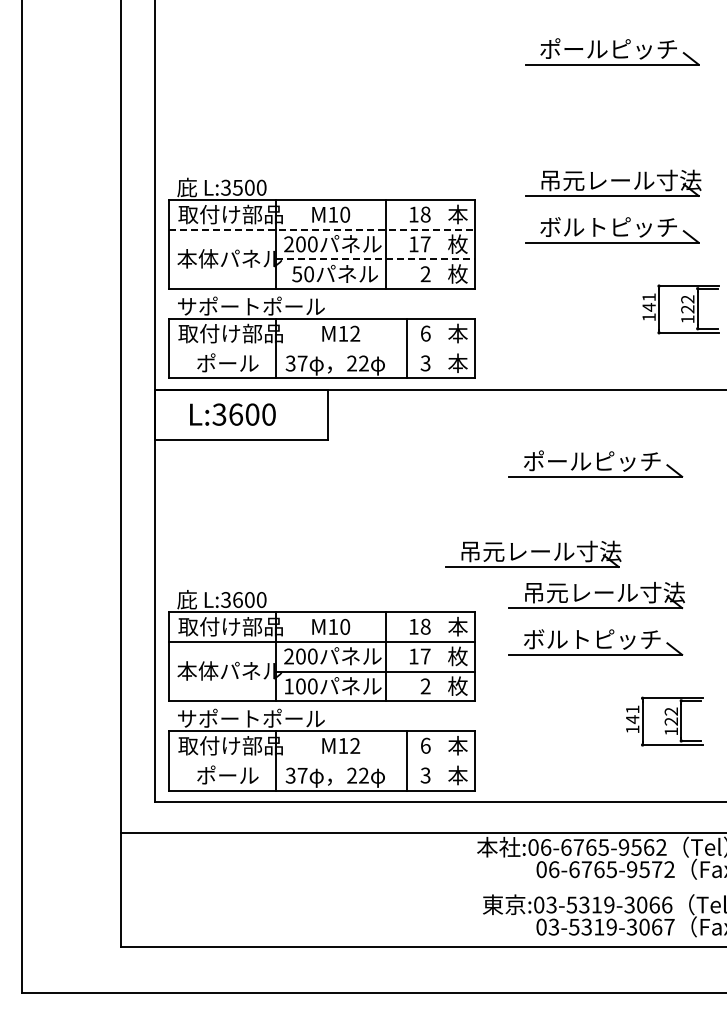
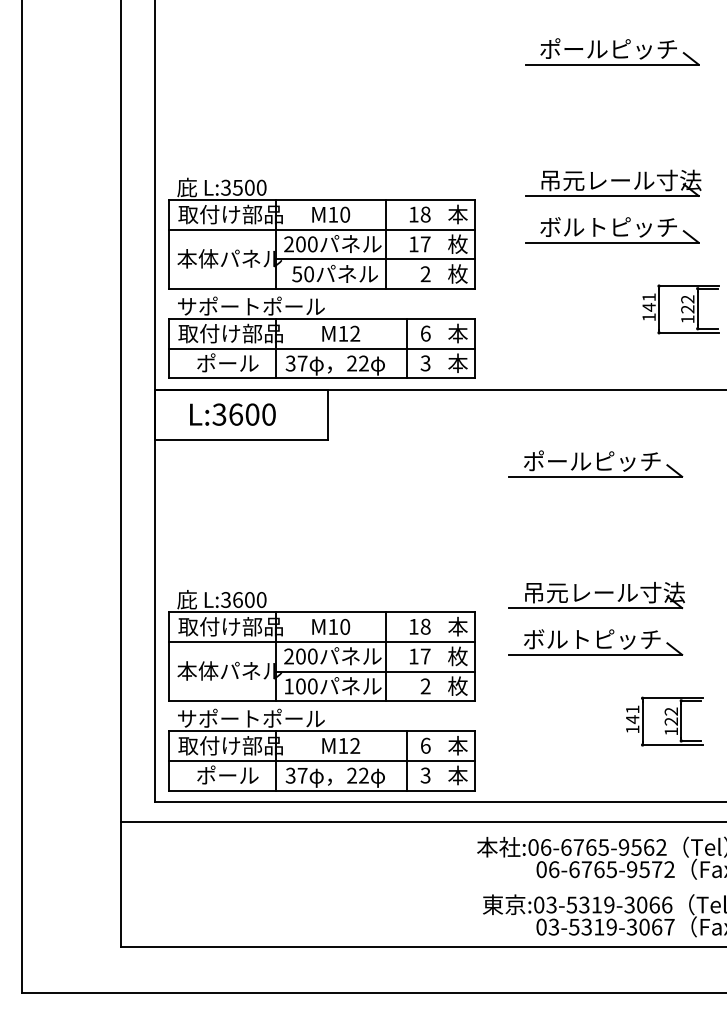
line at (322, 229): dashed -> solid
line at (375, 259): dashed -> solid
line at (321, 348): none -> present
part at (533, 553): present -> none
line at (321, 760): none -> present
line at (421, 832) position: (421, 832) -> (421, 821)
